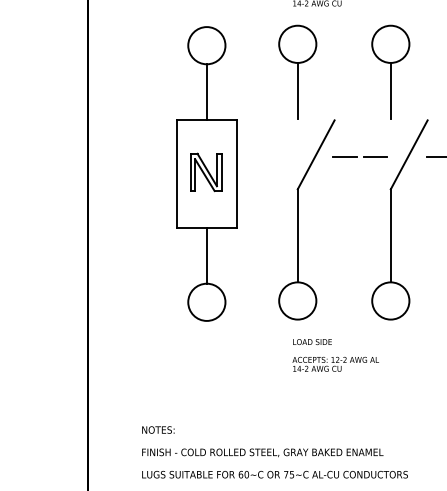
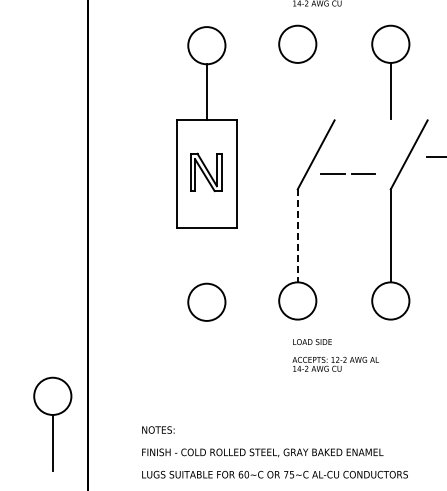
line at (297, 90): present -> none
line at (357, 156) position: (357, 156) -> (345, 173)
line at (297, 235): solid -> dashed
line at (206, 255): present -> none
part at (52, 423): none -> present
